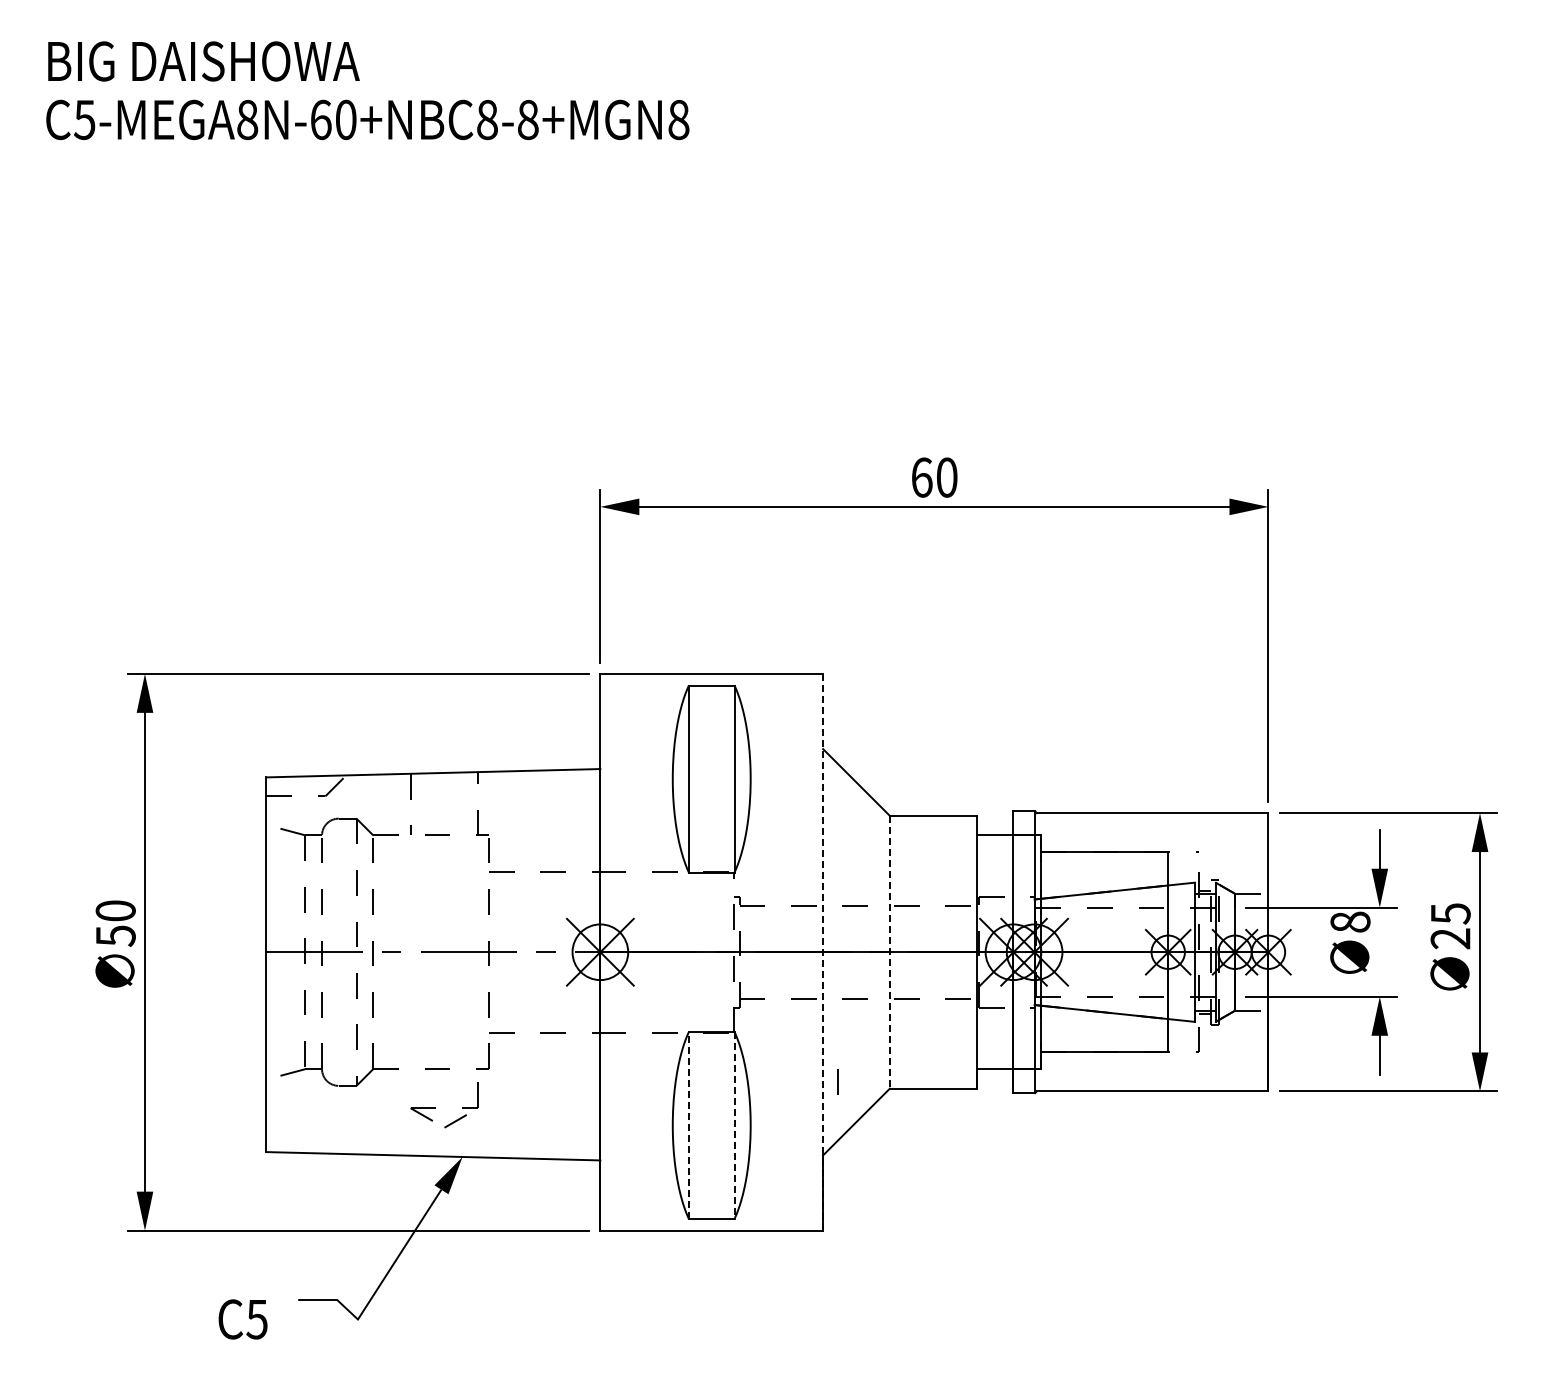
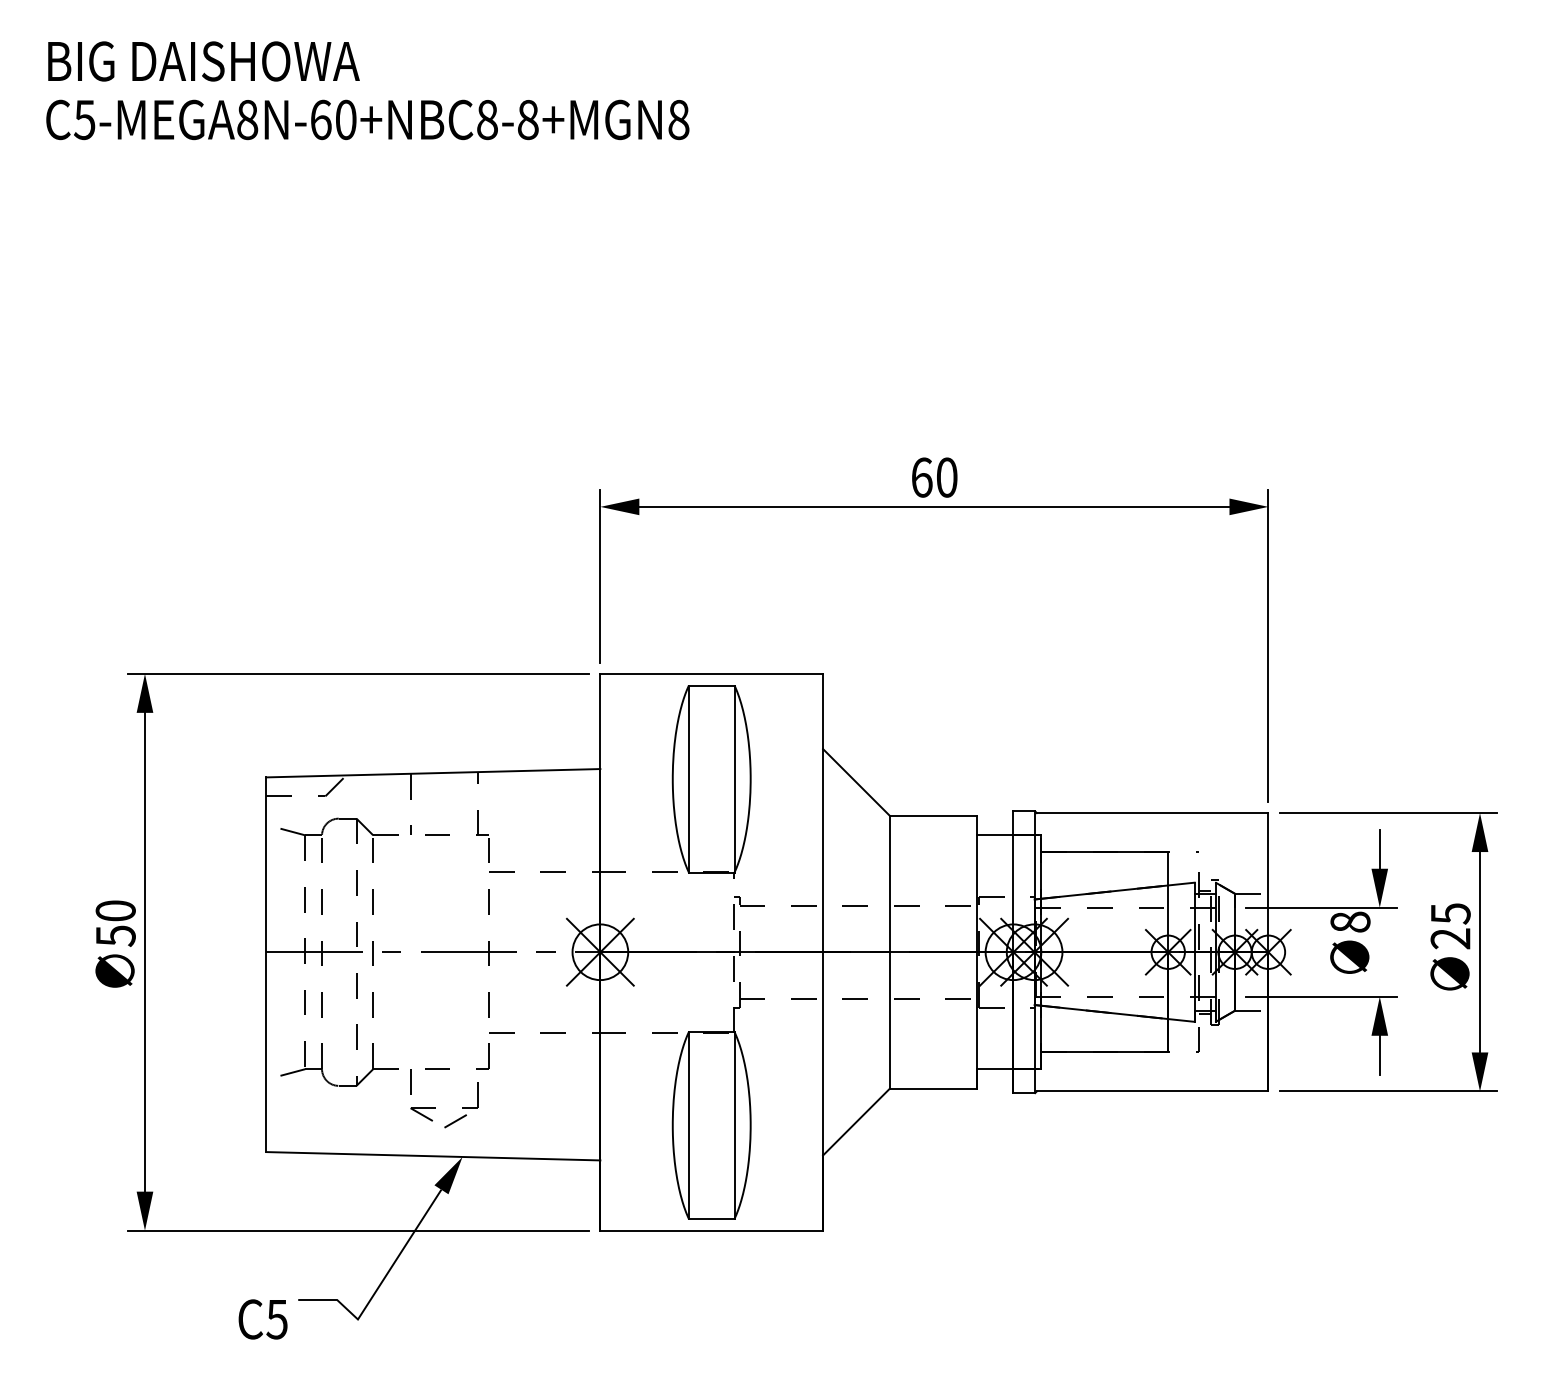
line at (823, 951): dashed -> solid
line at (889, 952): dashed -> solid
line at (837, 1081) position: (837, 1081) -> (410, 1081)
line at (688, 1124): dashed -> solid
line at (734, 1125): dashed -> solid
text at (242, 1319) position: (242, 1319) -> (262, 1319)
